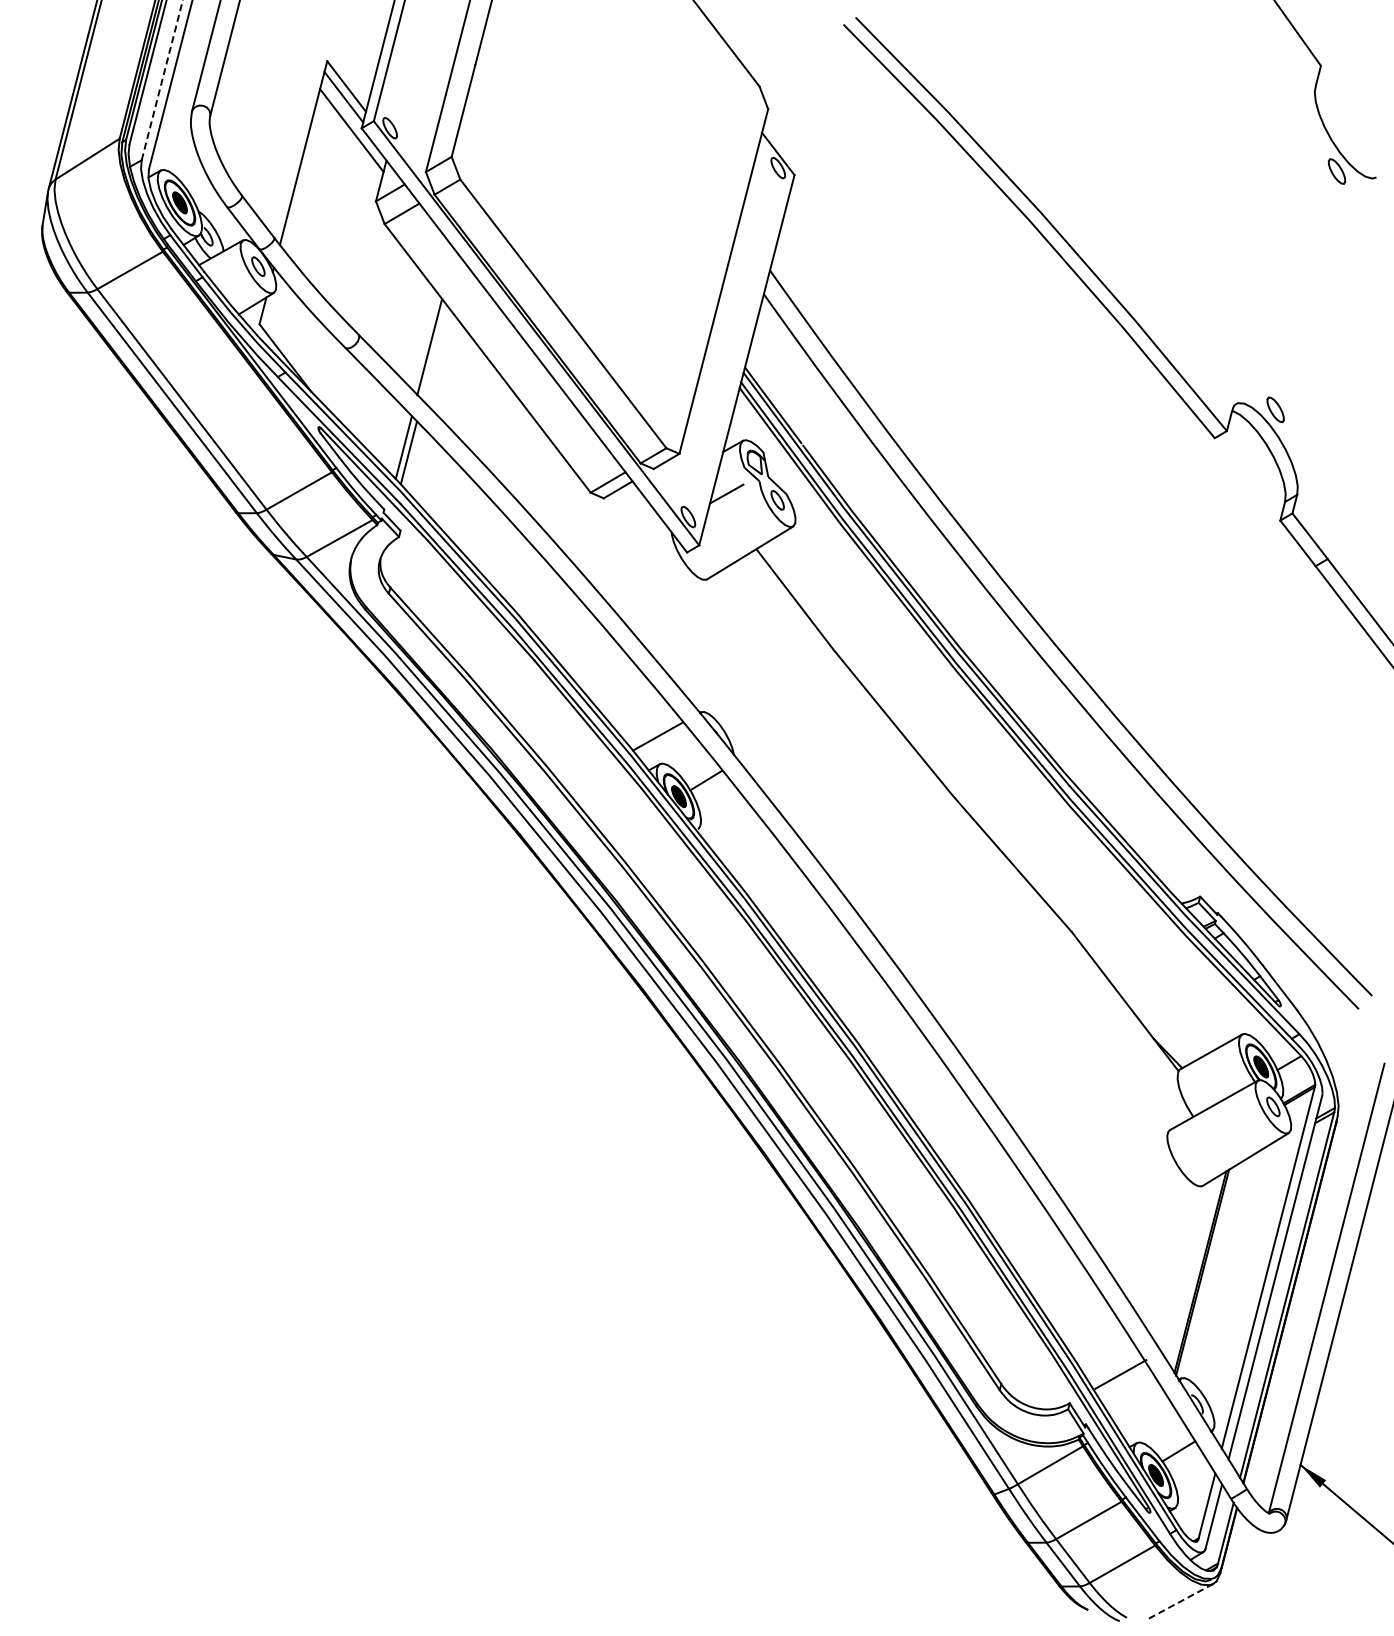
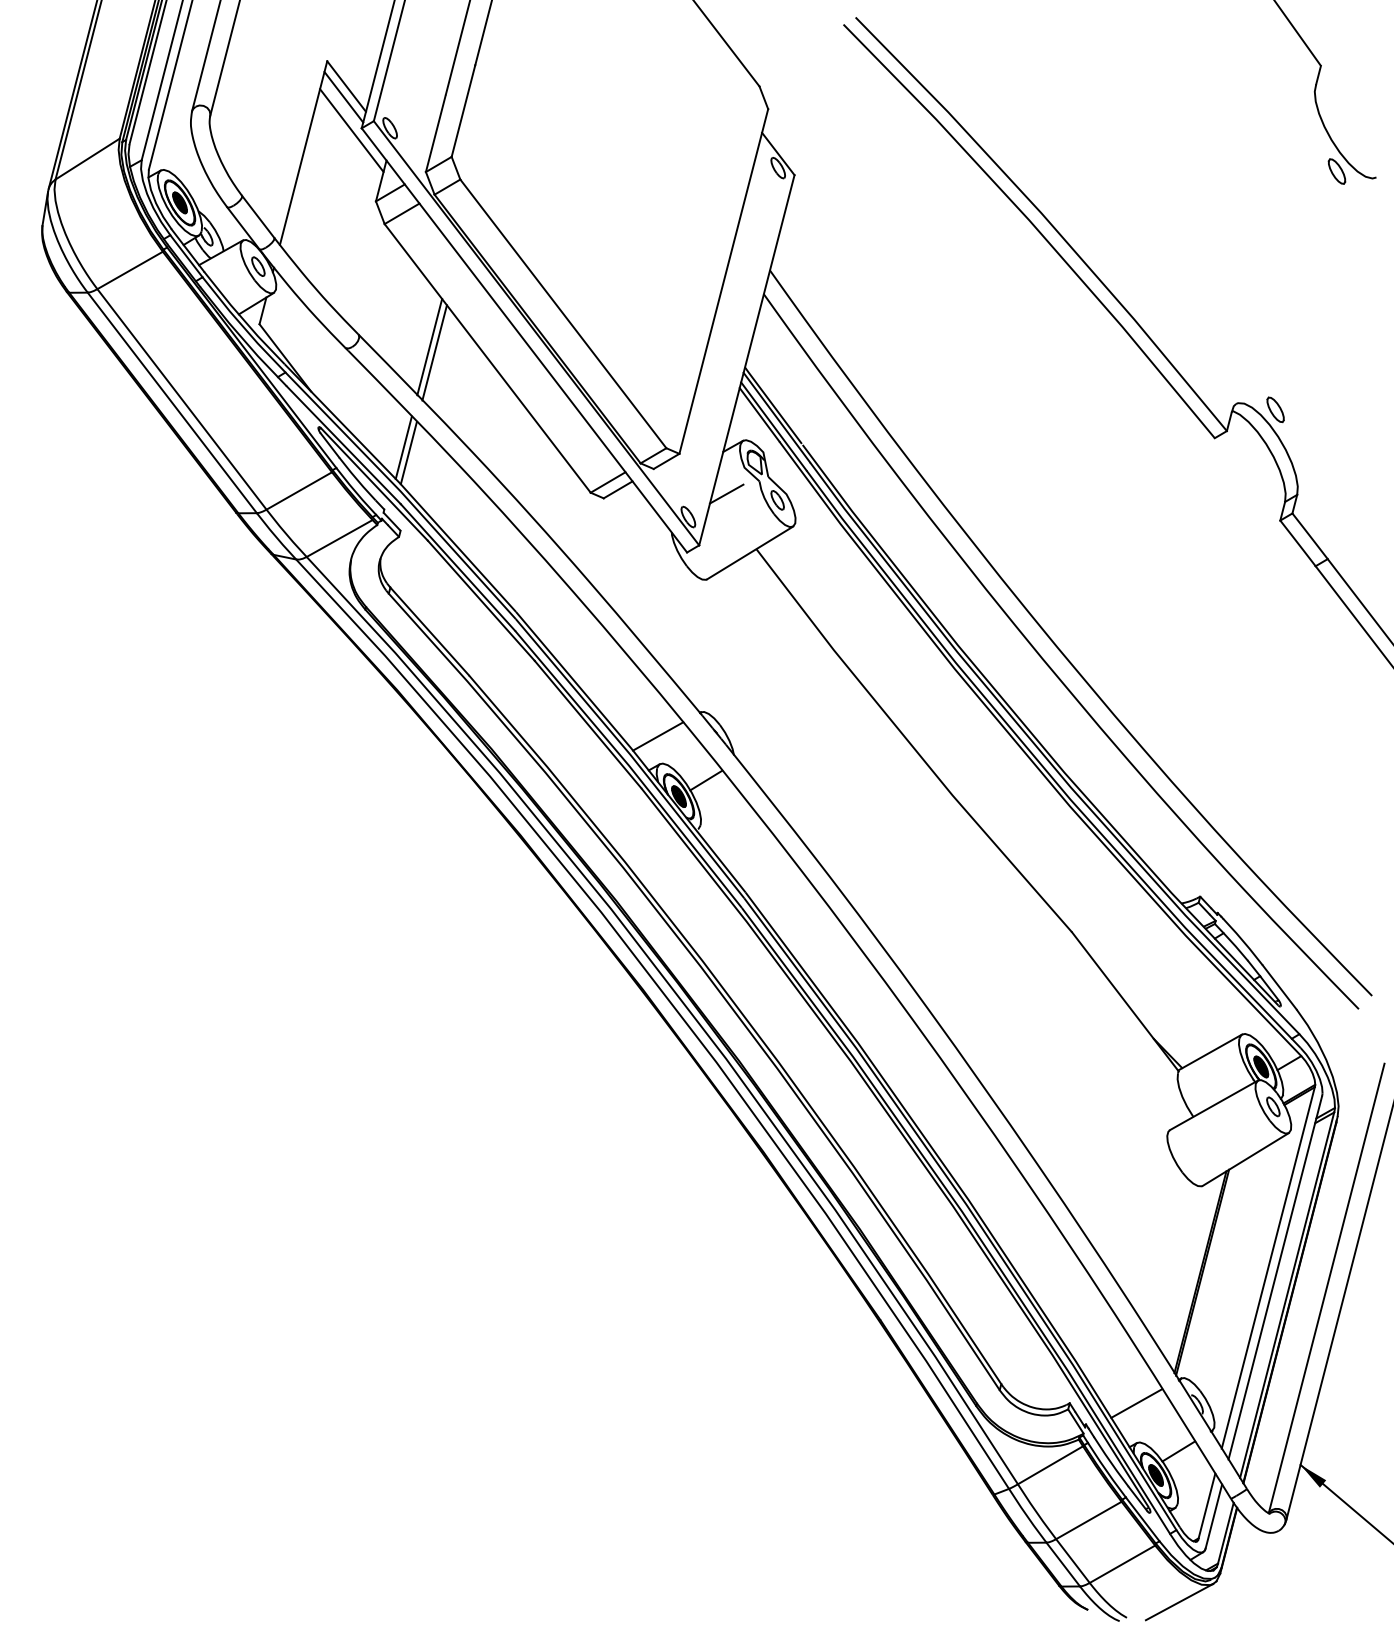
line at (162, 79): dashed -> solid
line at (434, 352): none -> present
line at (1120, 1374) position: (1120, 1374) -> (1136, 1403)
line at (1179, 1602): dashed -> solid
